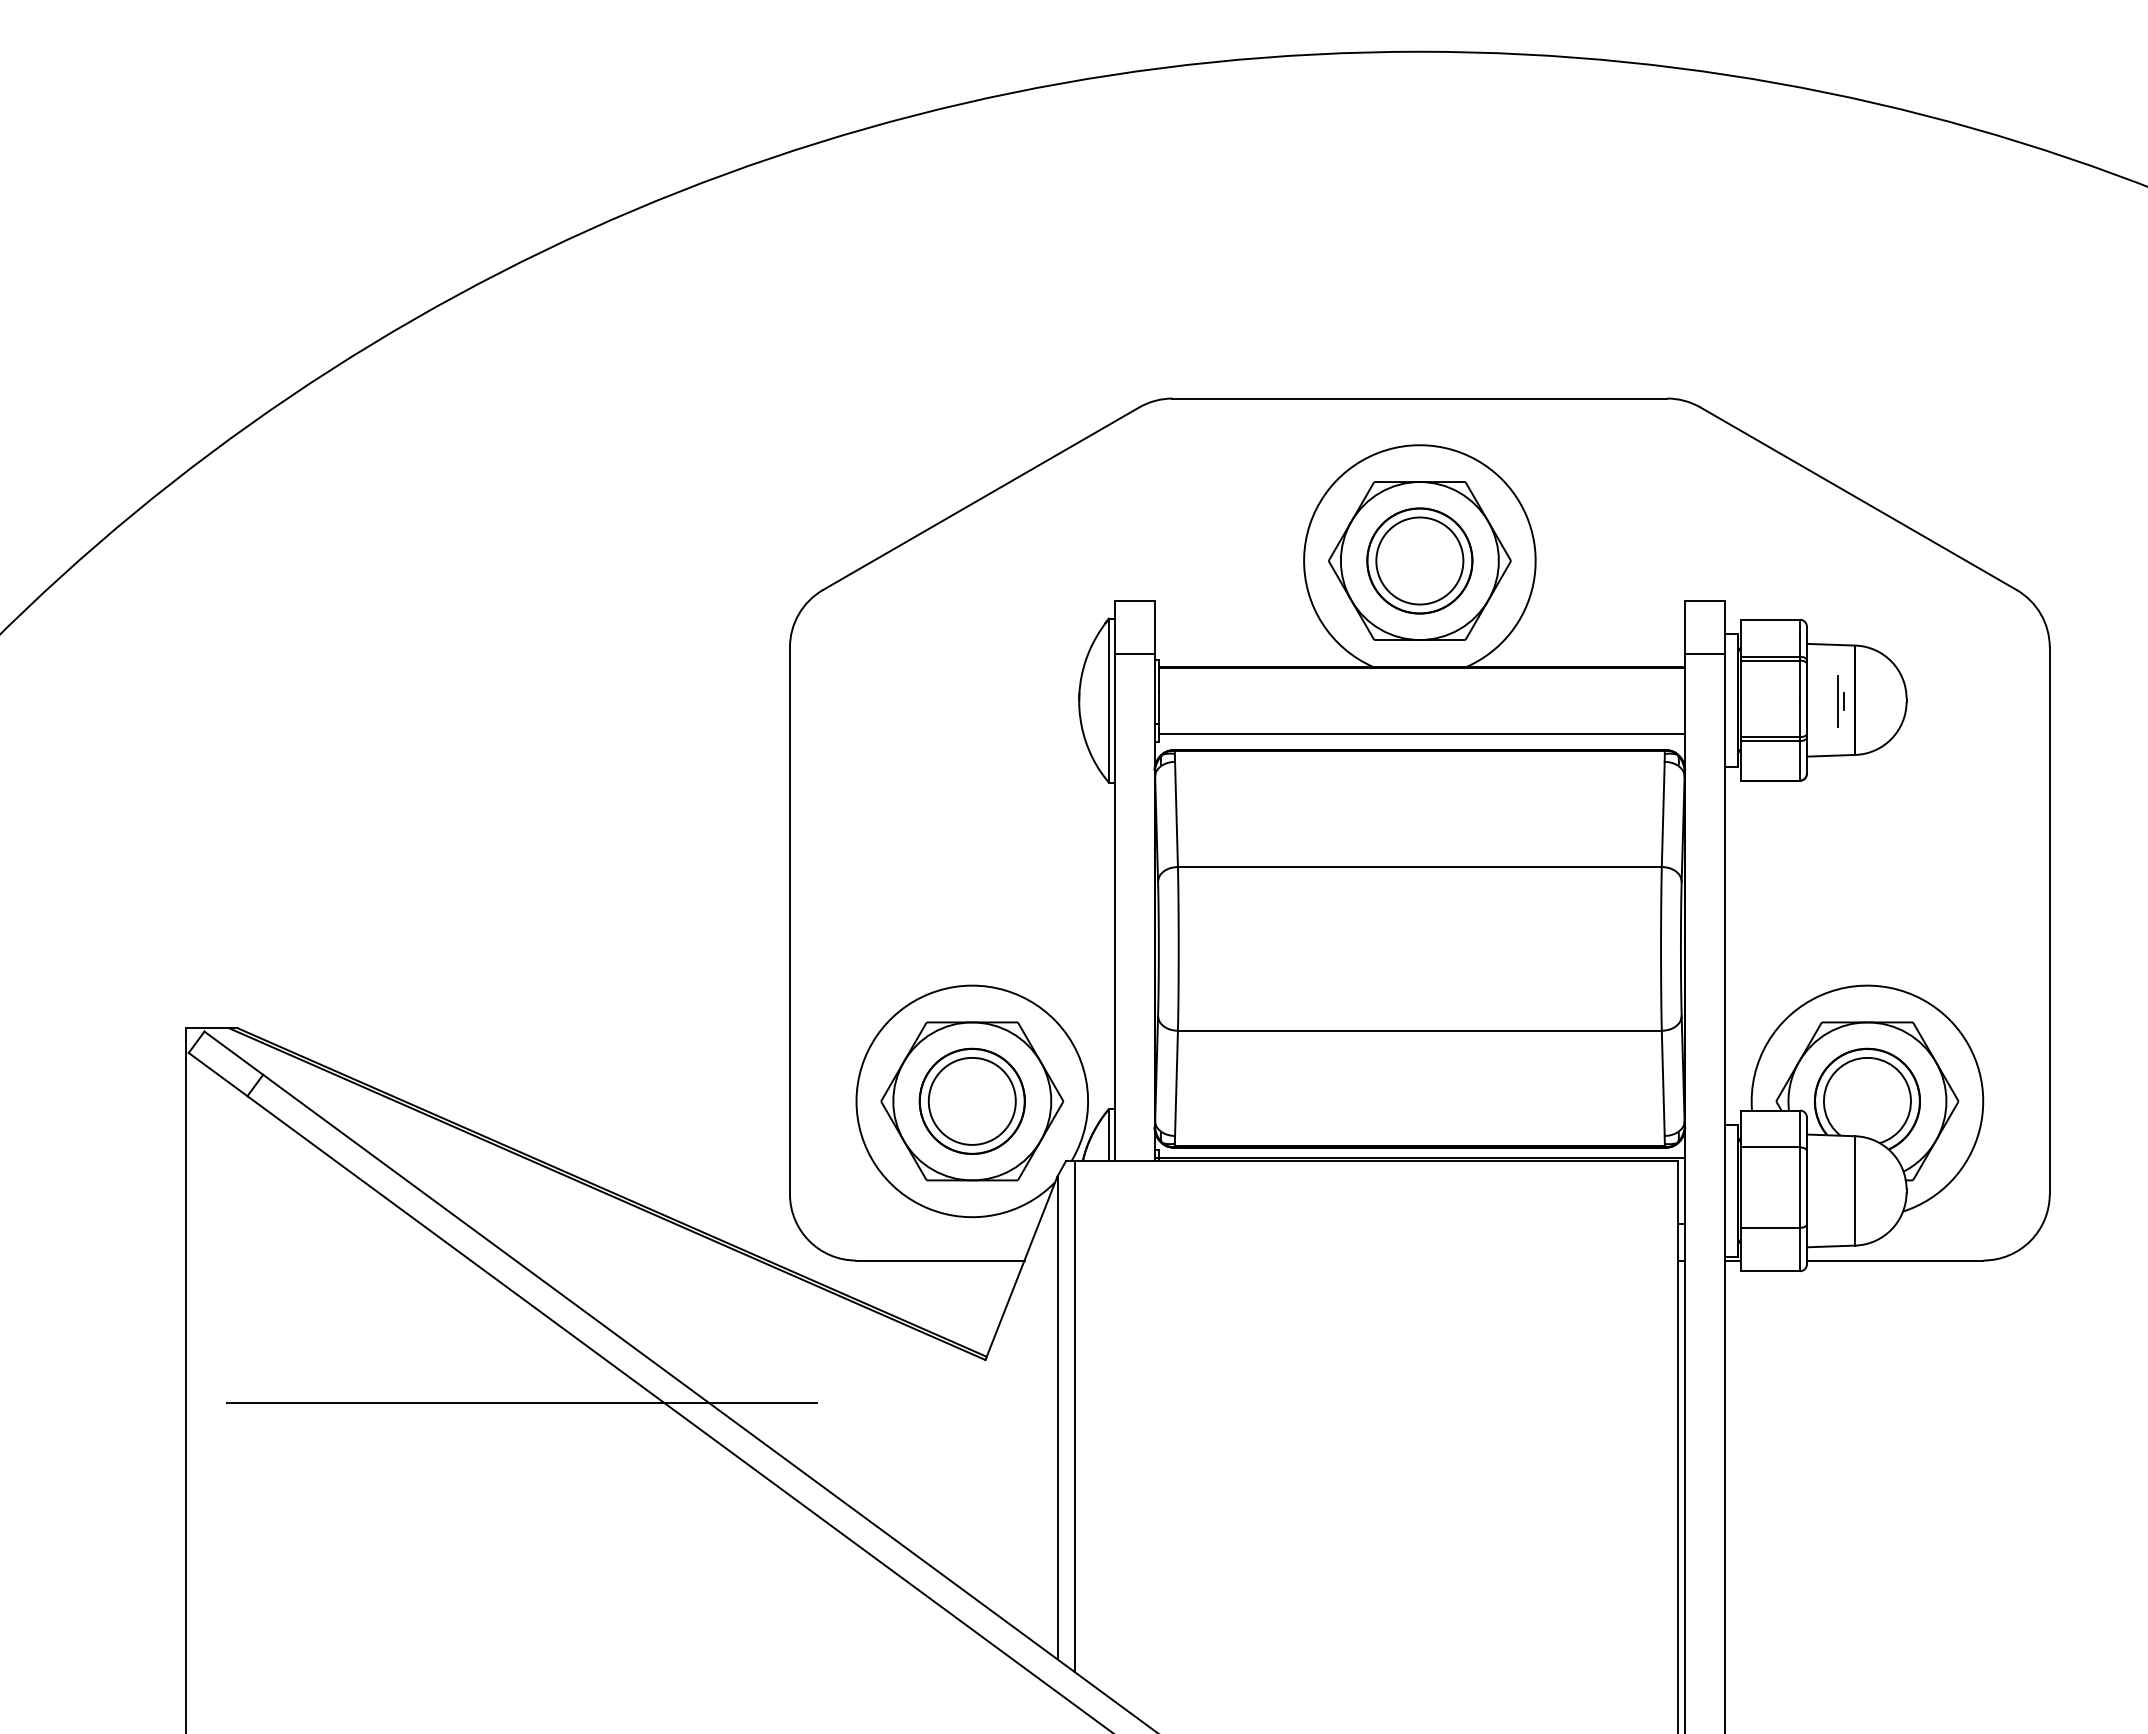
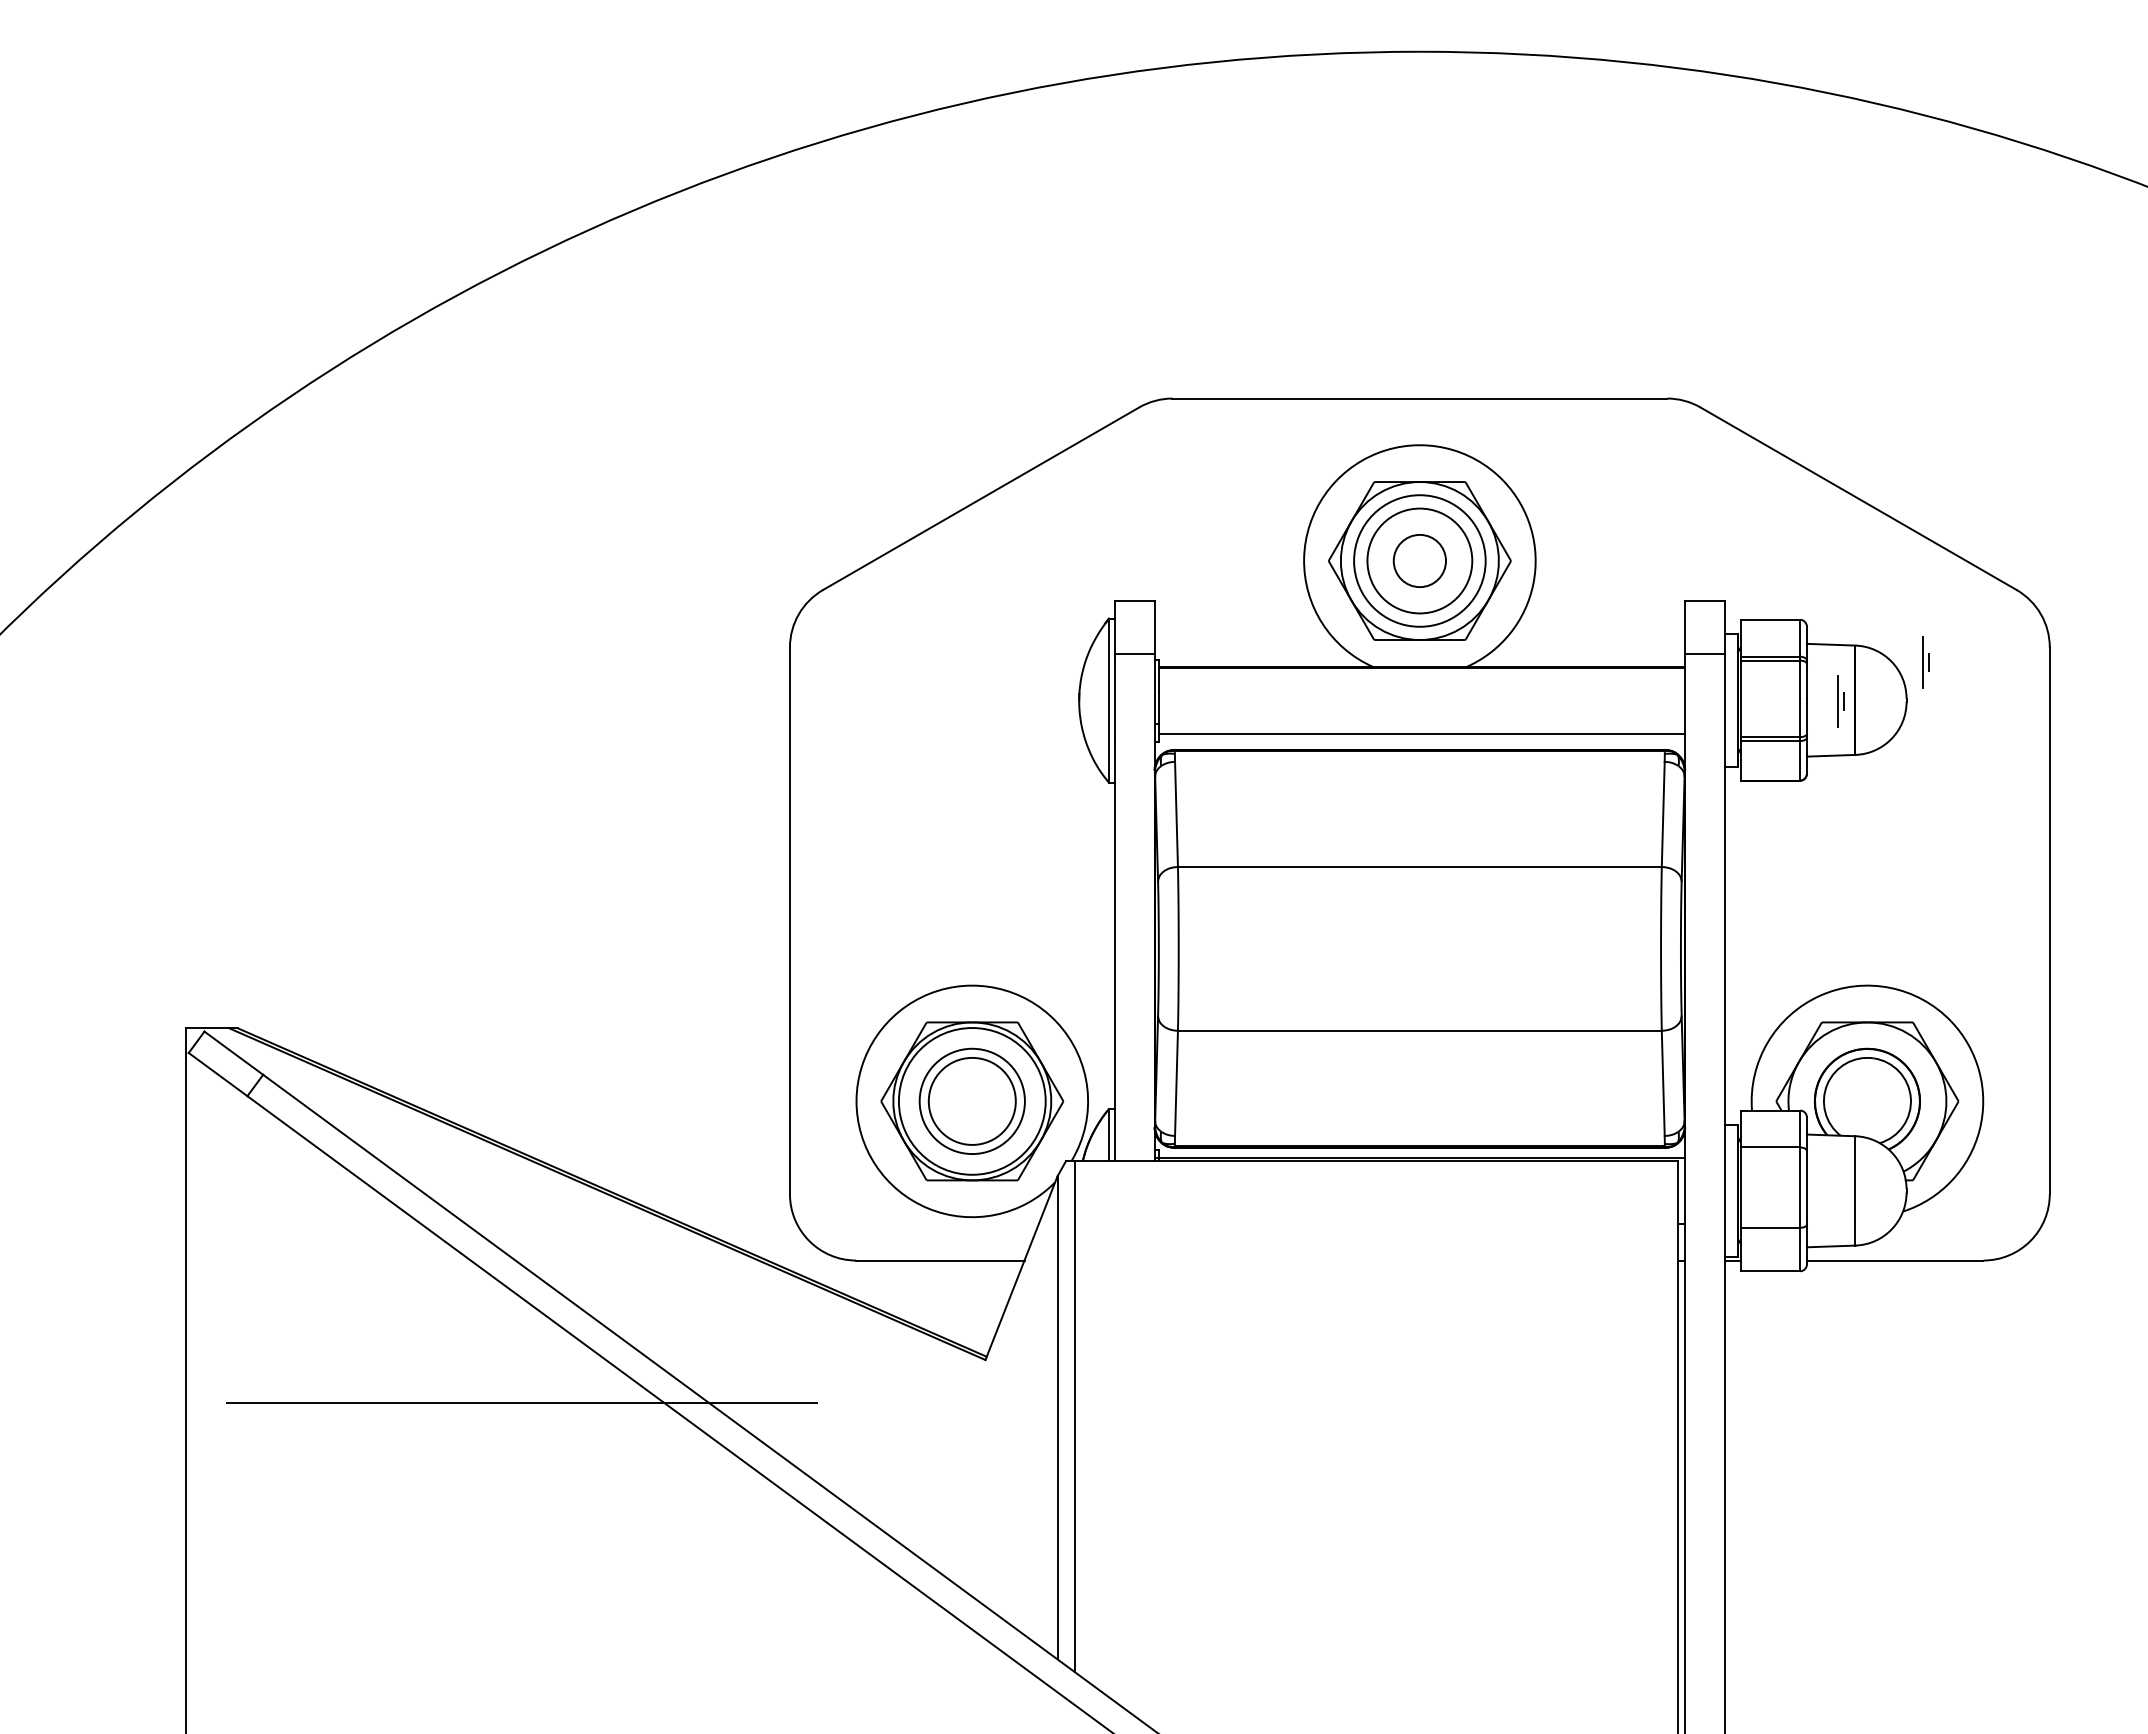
circle at (1419, 560) diameter: 105 px -> 132 px
circle at (1419, 560) diameter: 87 px -> 52 px
part at (1925, 662): none -> present
circle at (971, 1100) diameter: 105 px -> 147 px
